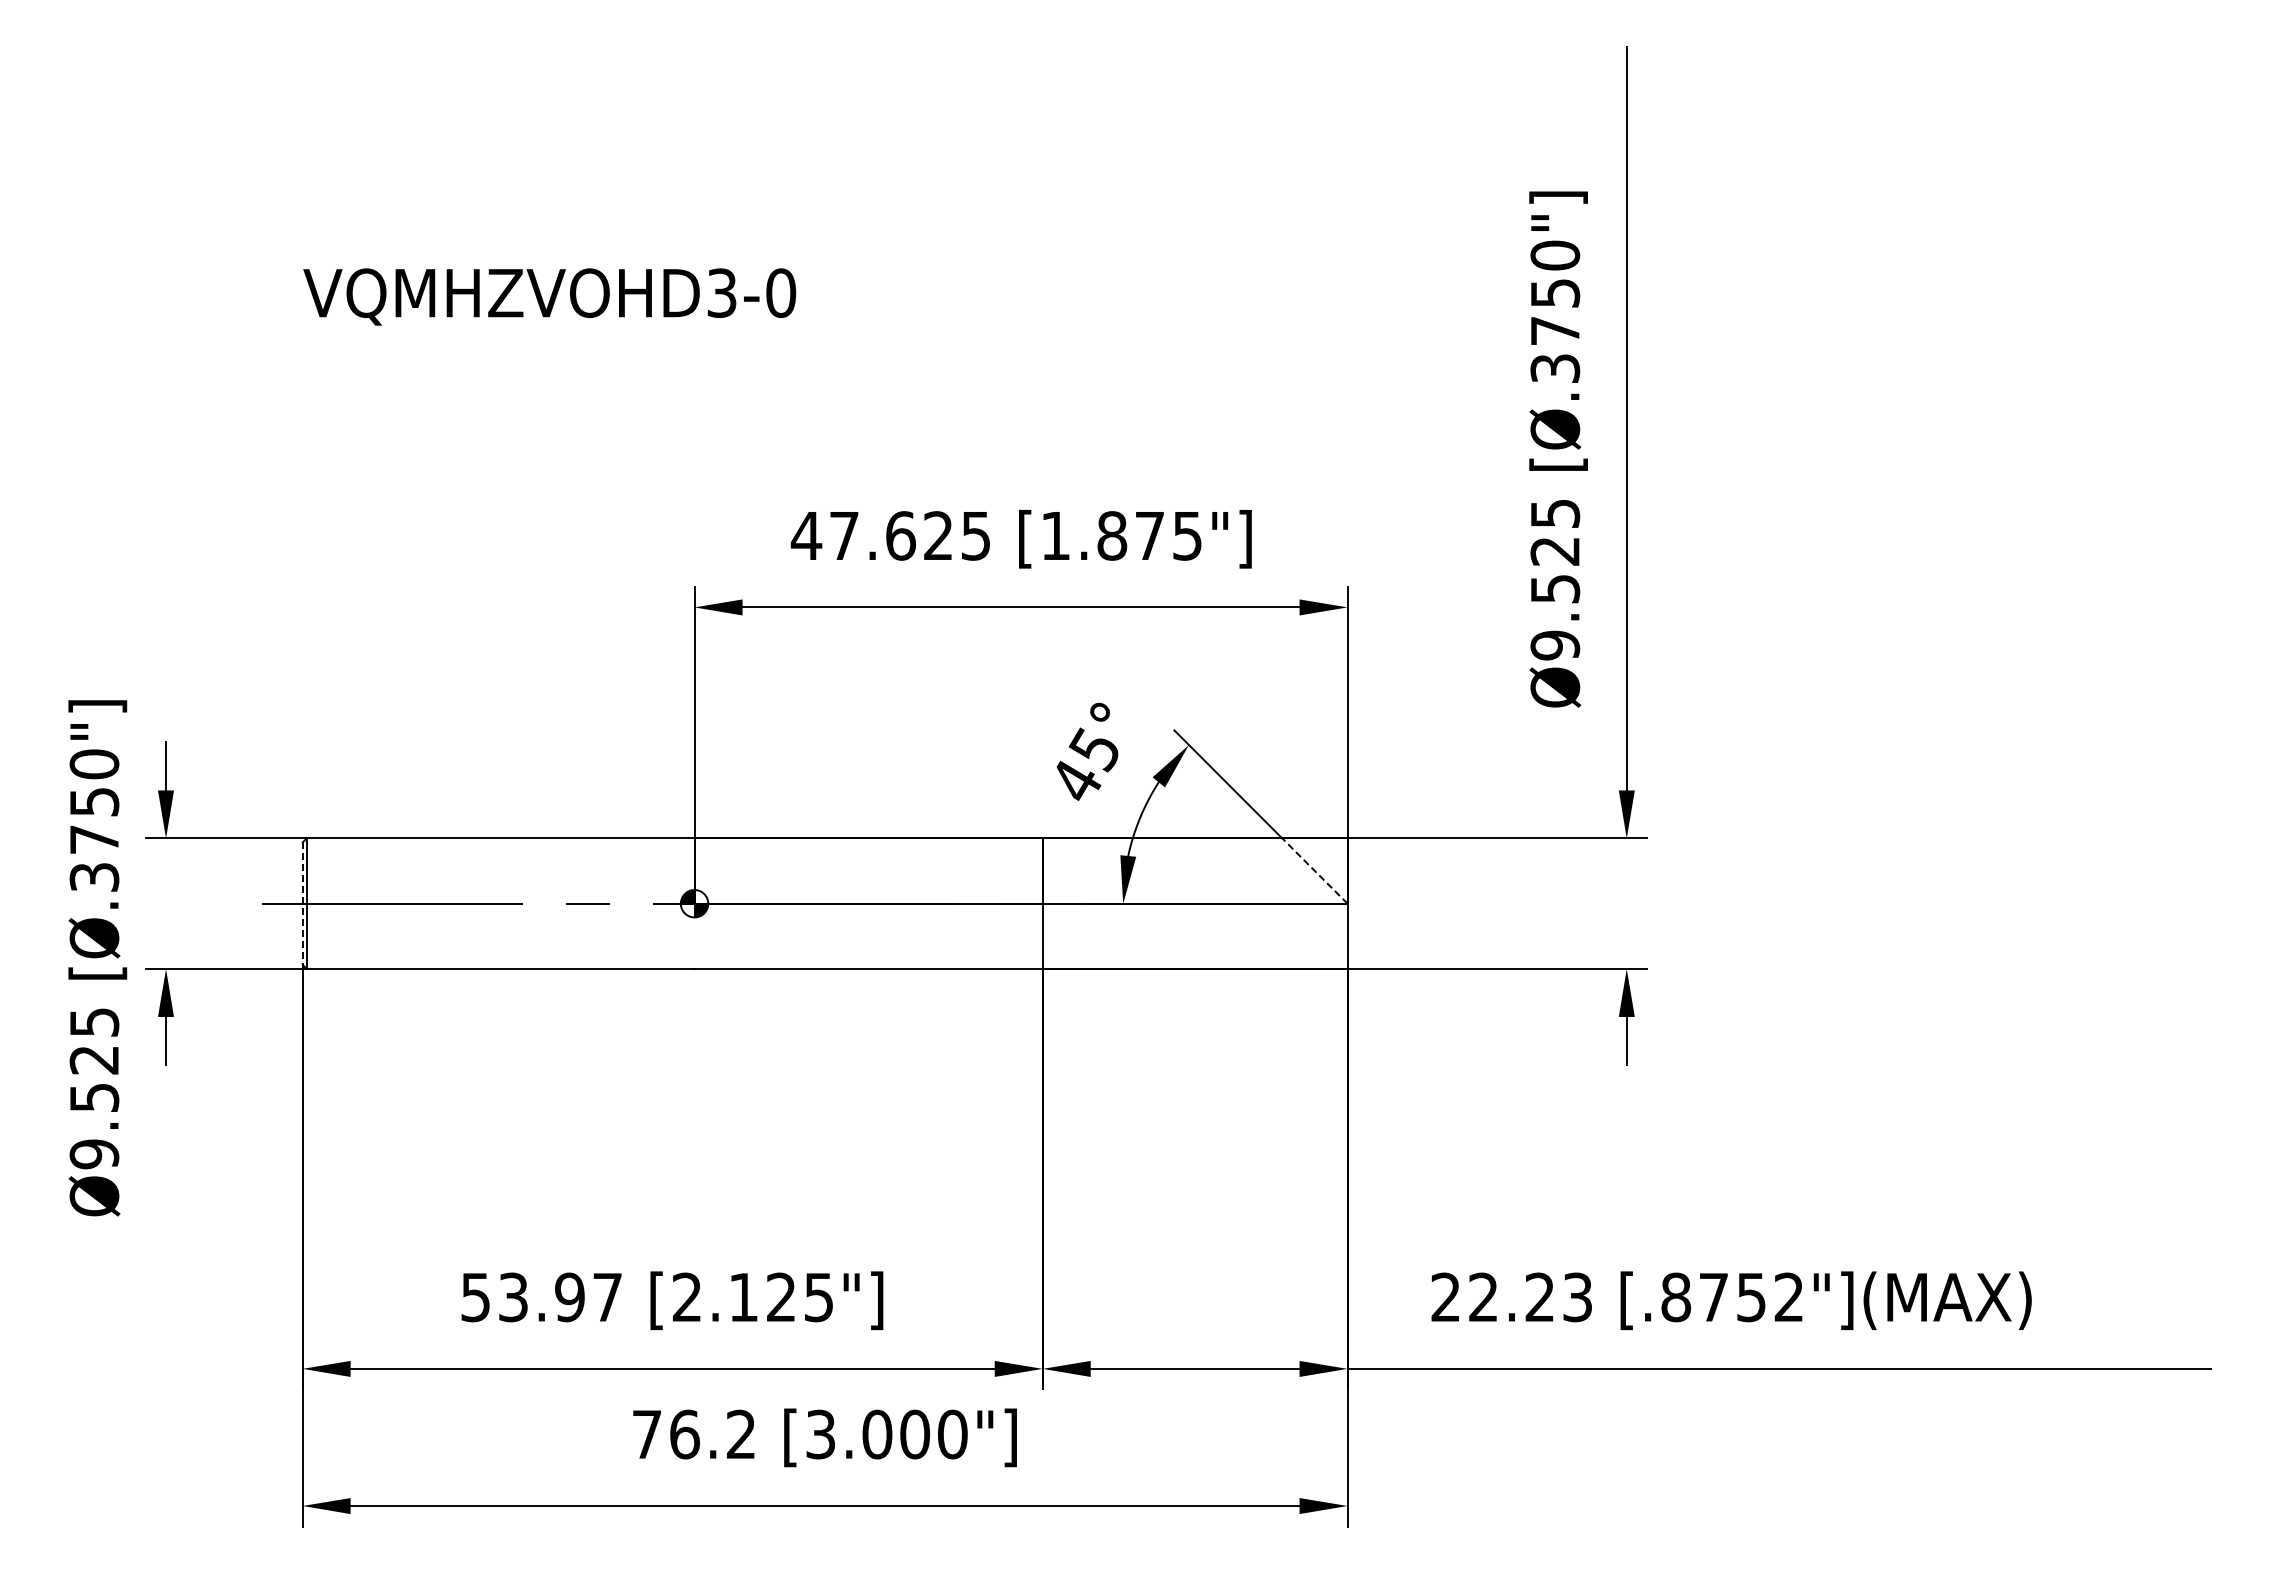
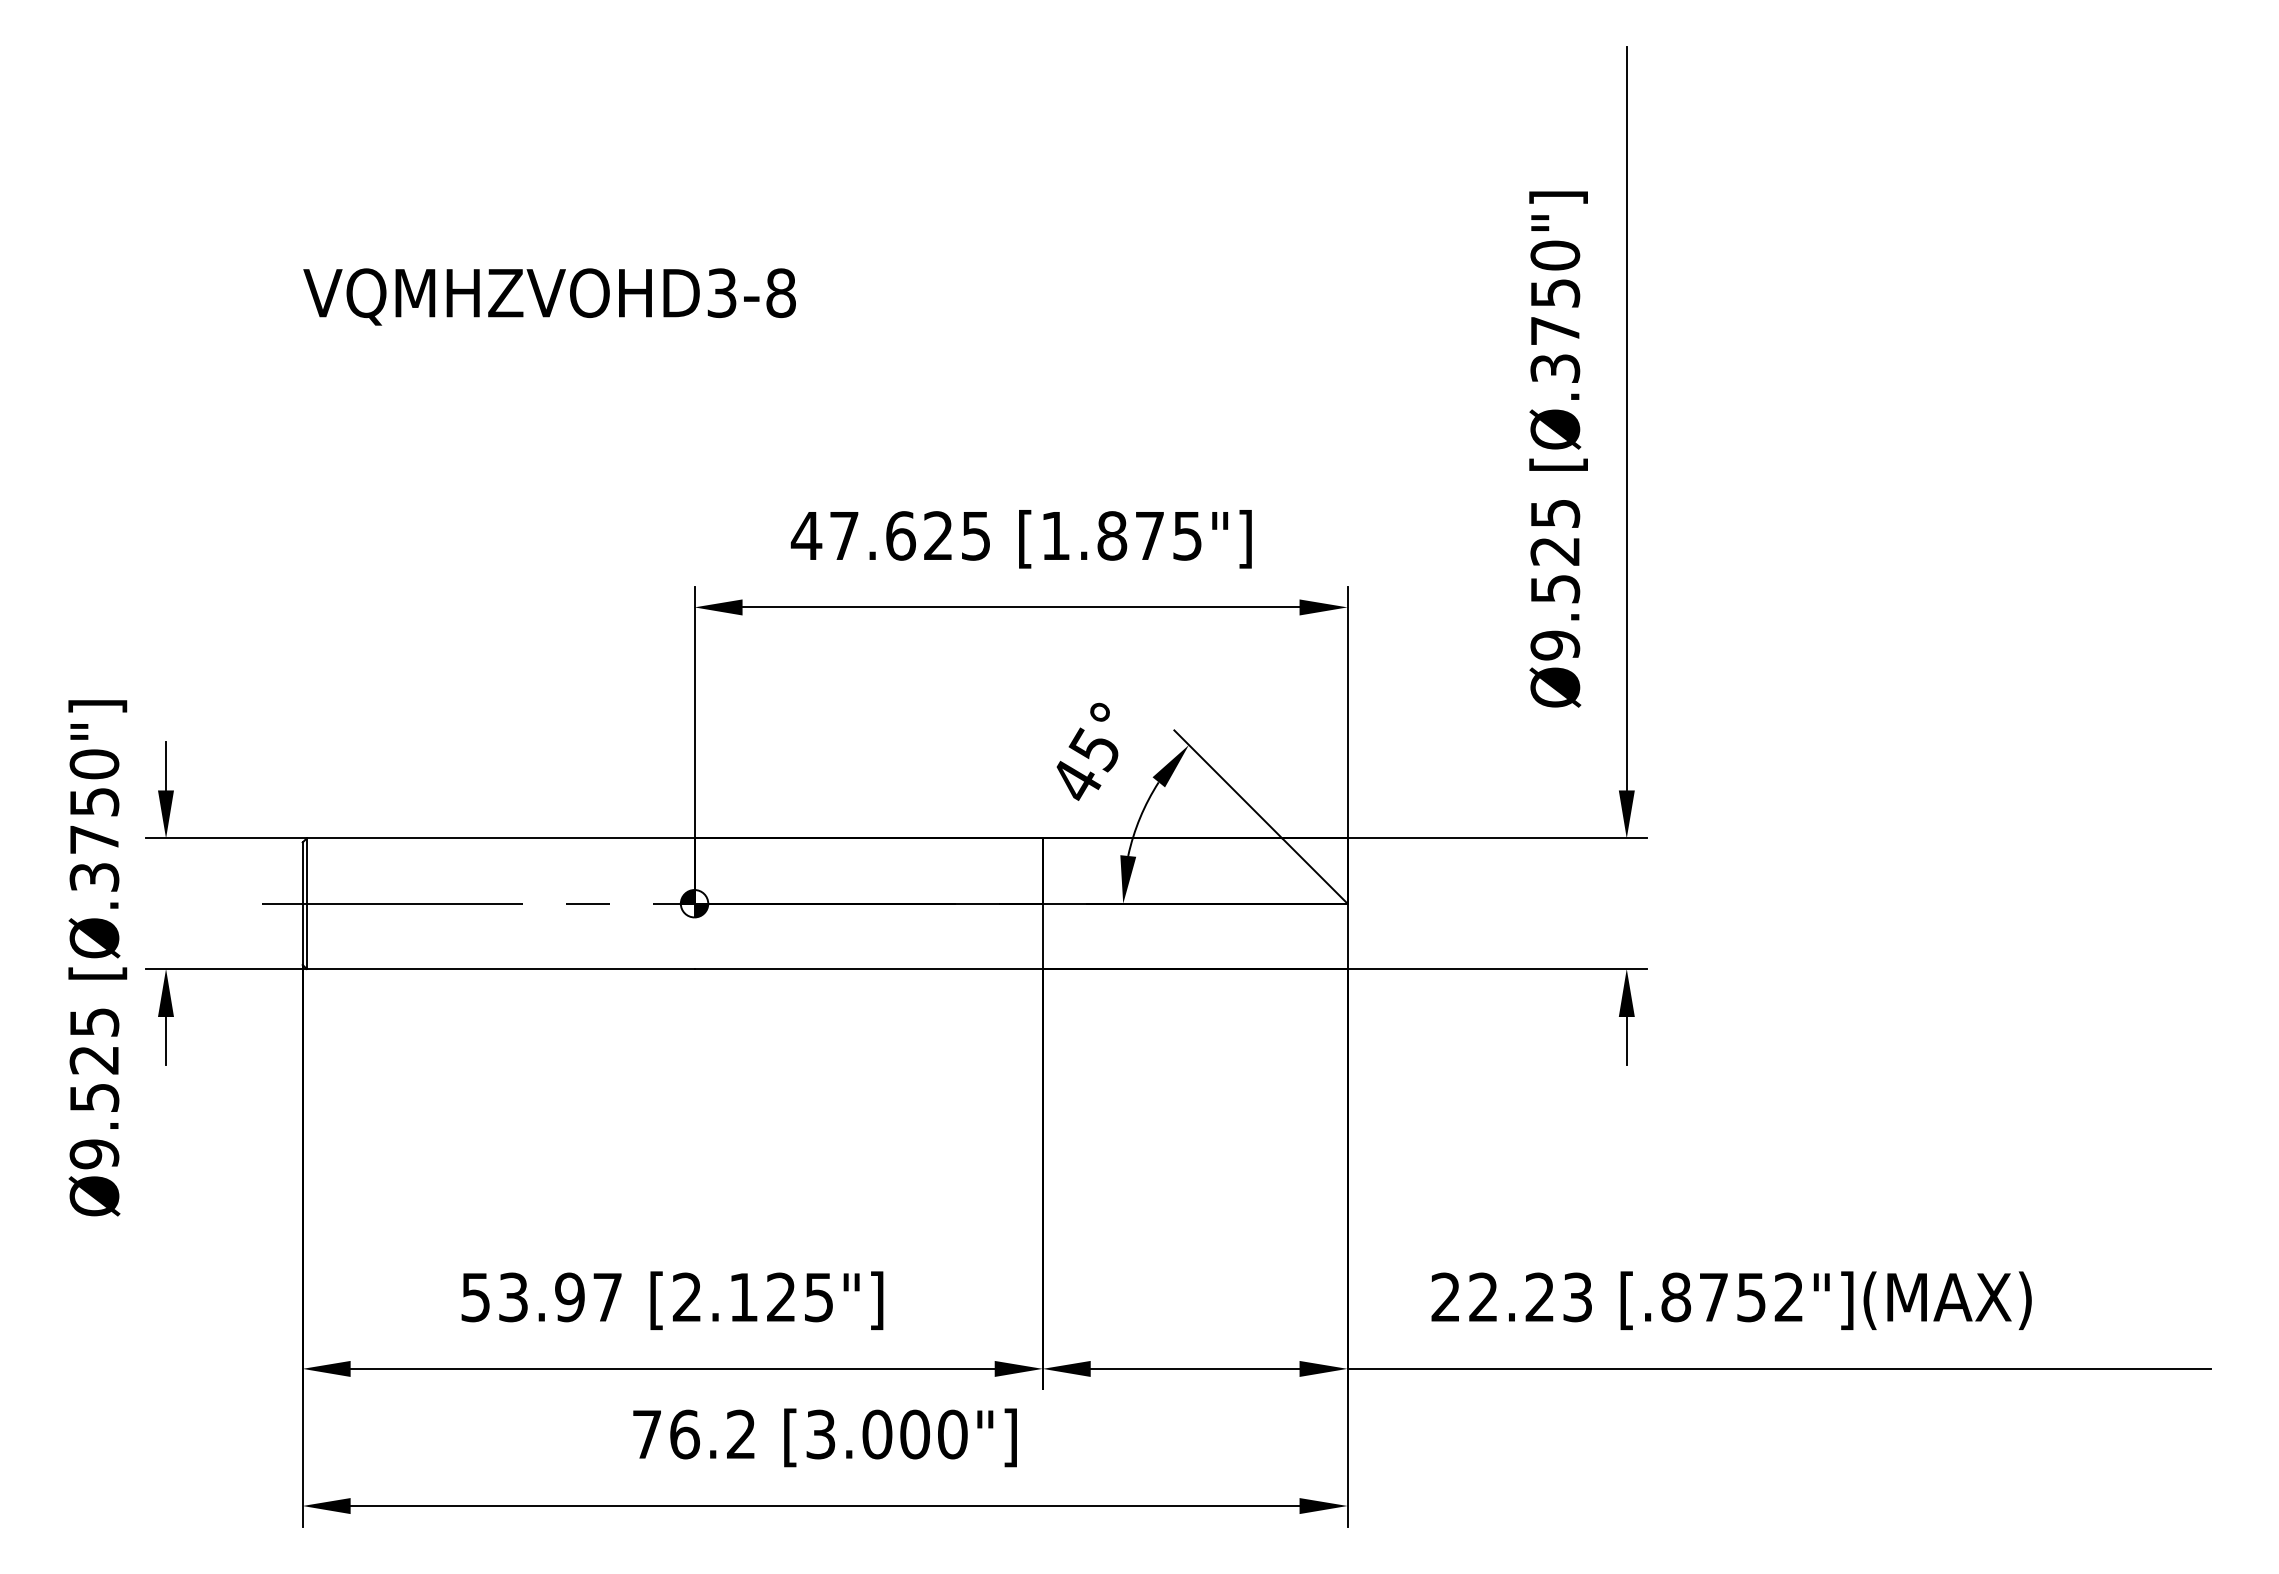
text at (781, 292): VQMHZVOHD3-0 -> VQMHZVOHD3-8
line at (1314, 870): dashed -> solid
line at (302, 904): dashed -> solid
